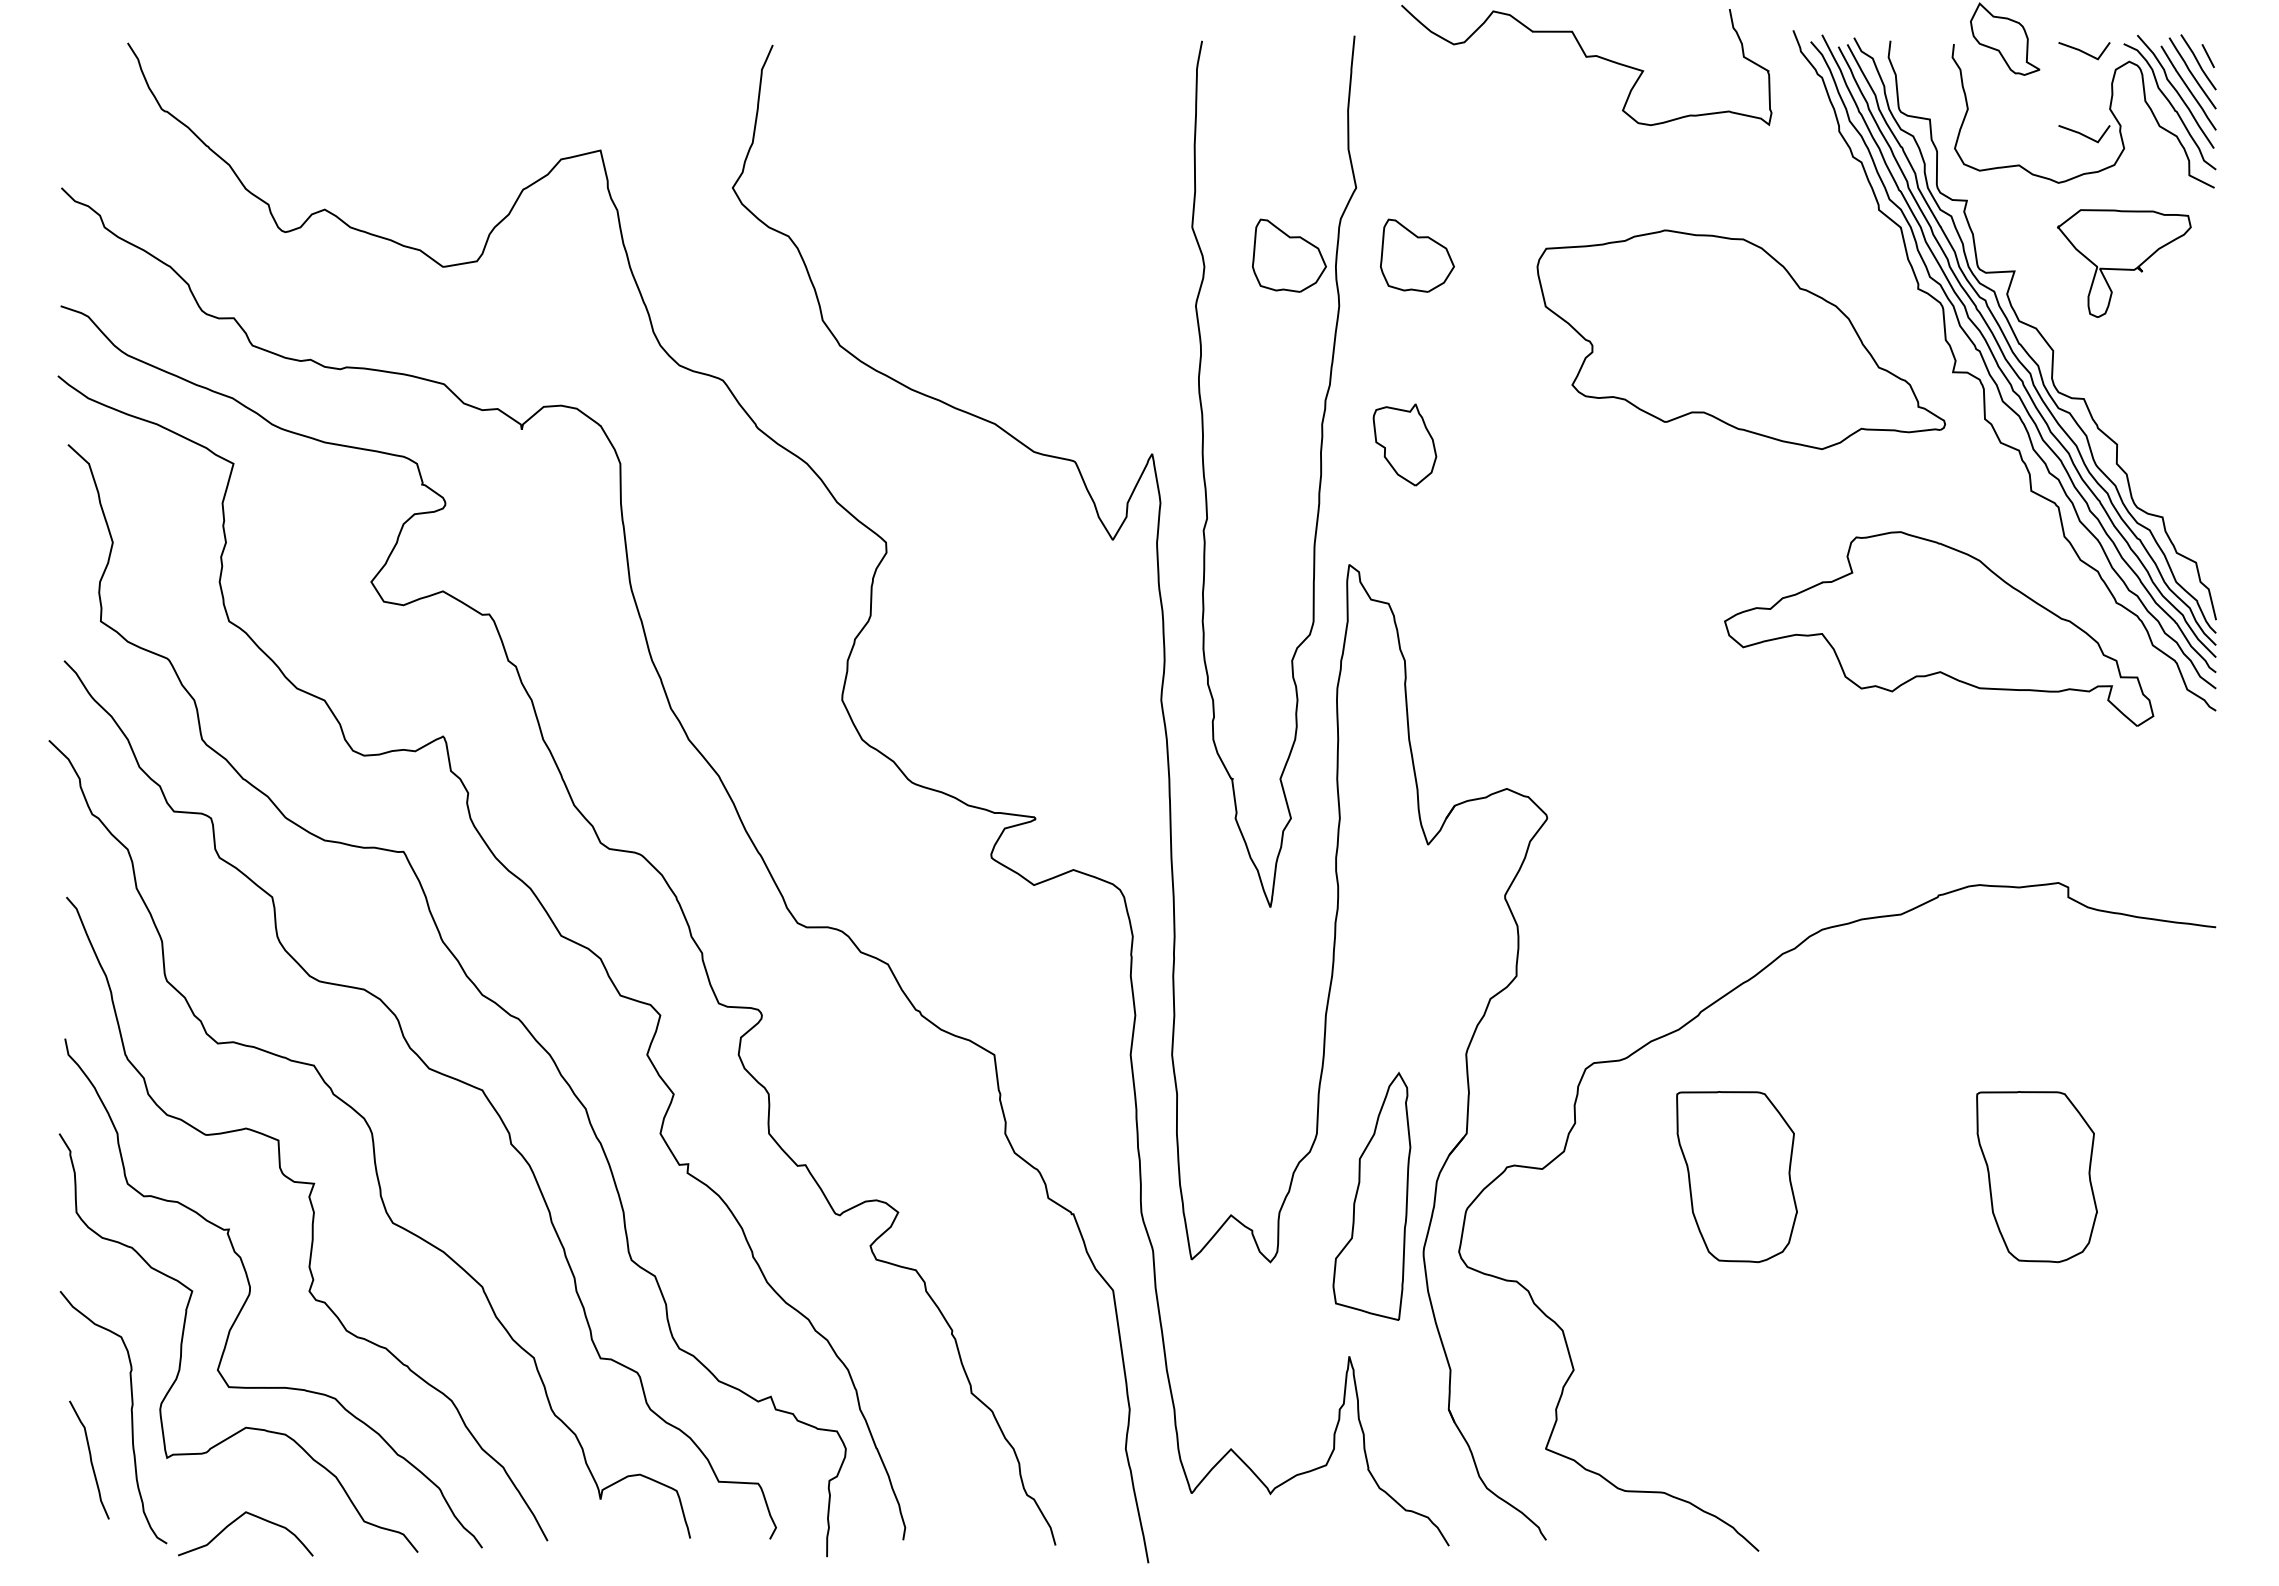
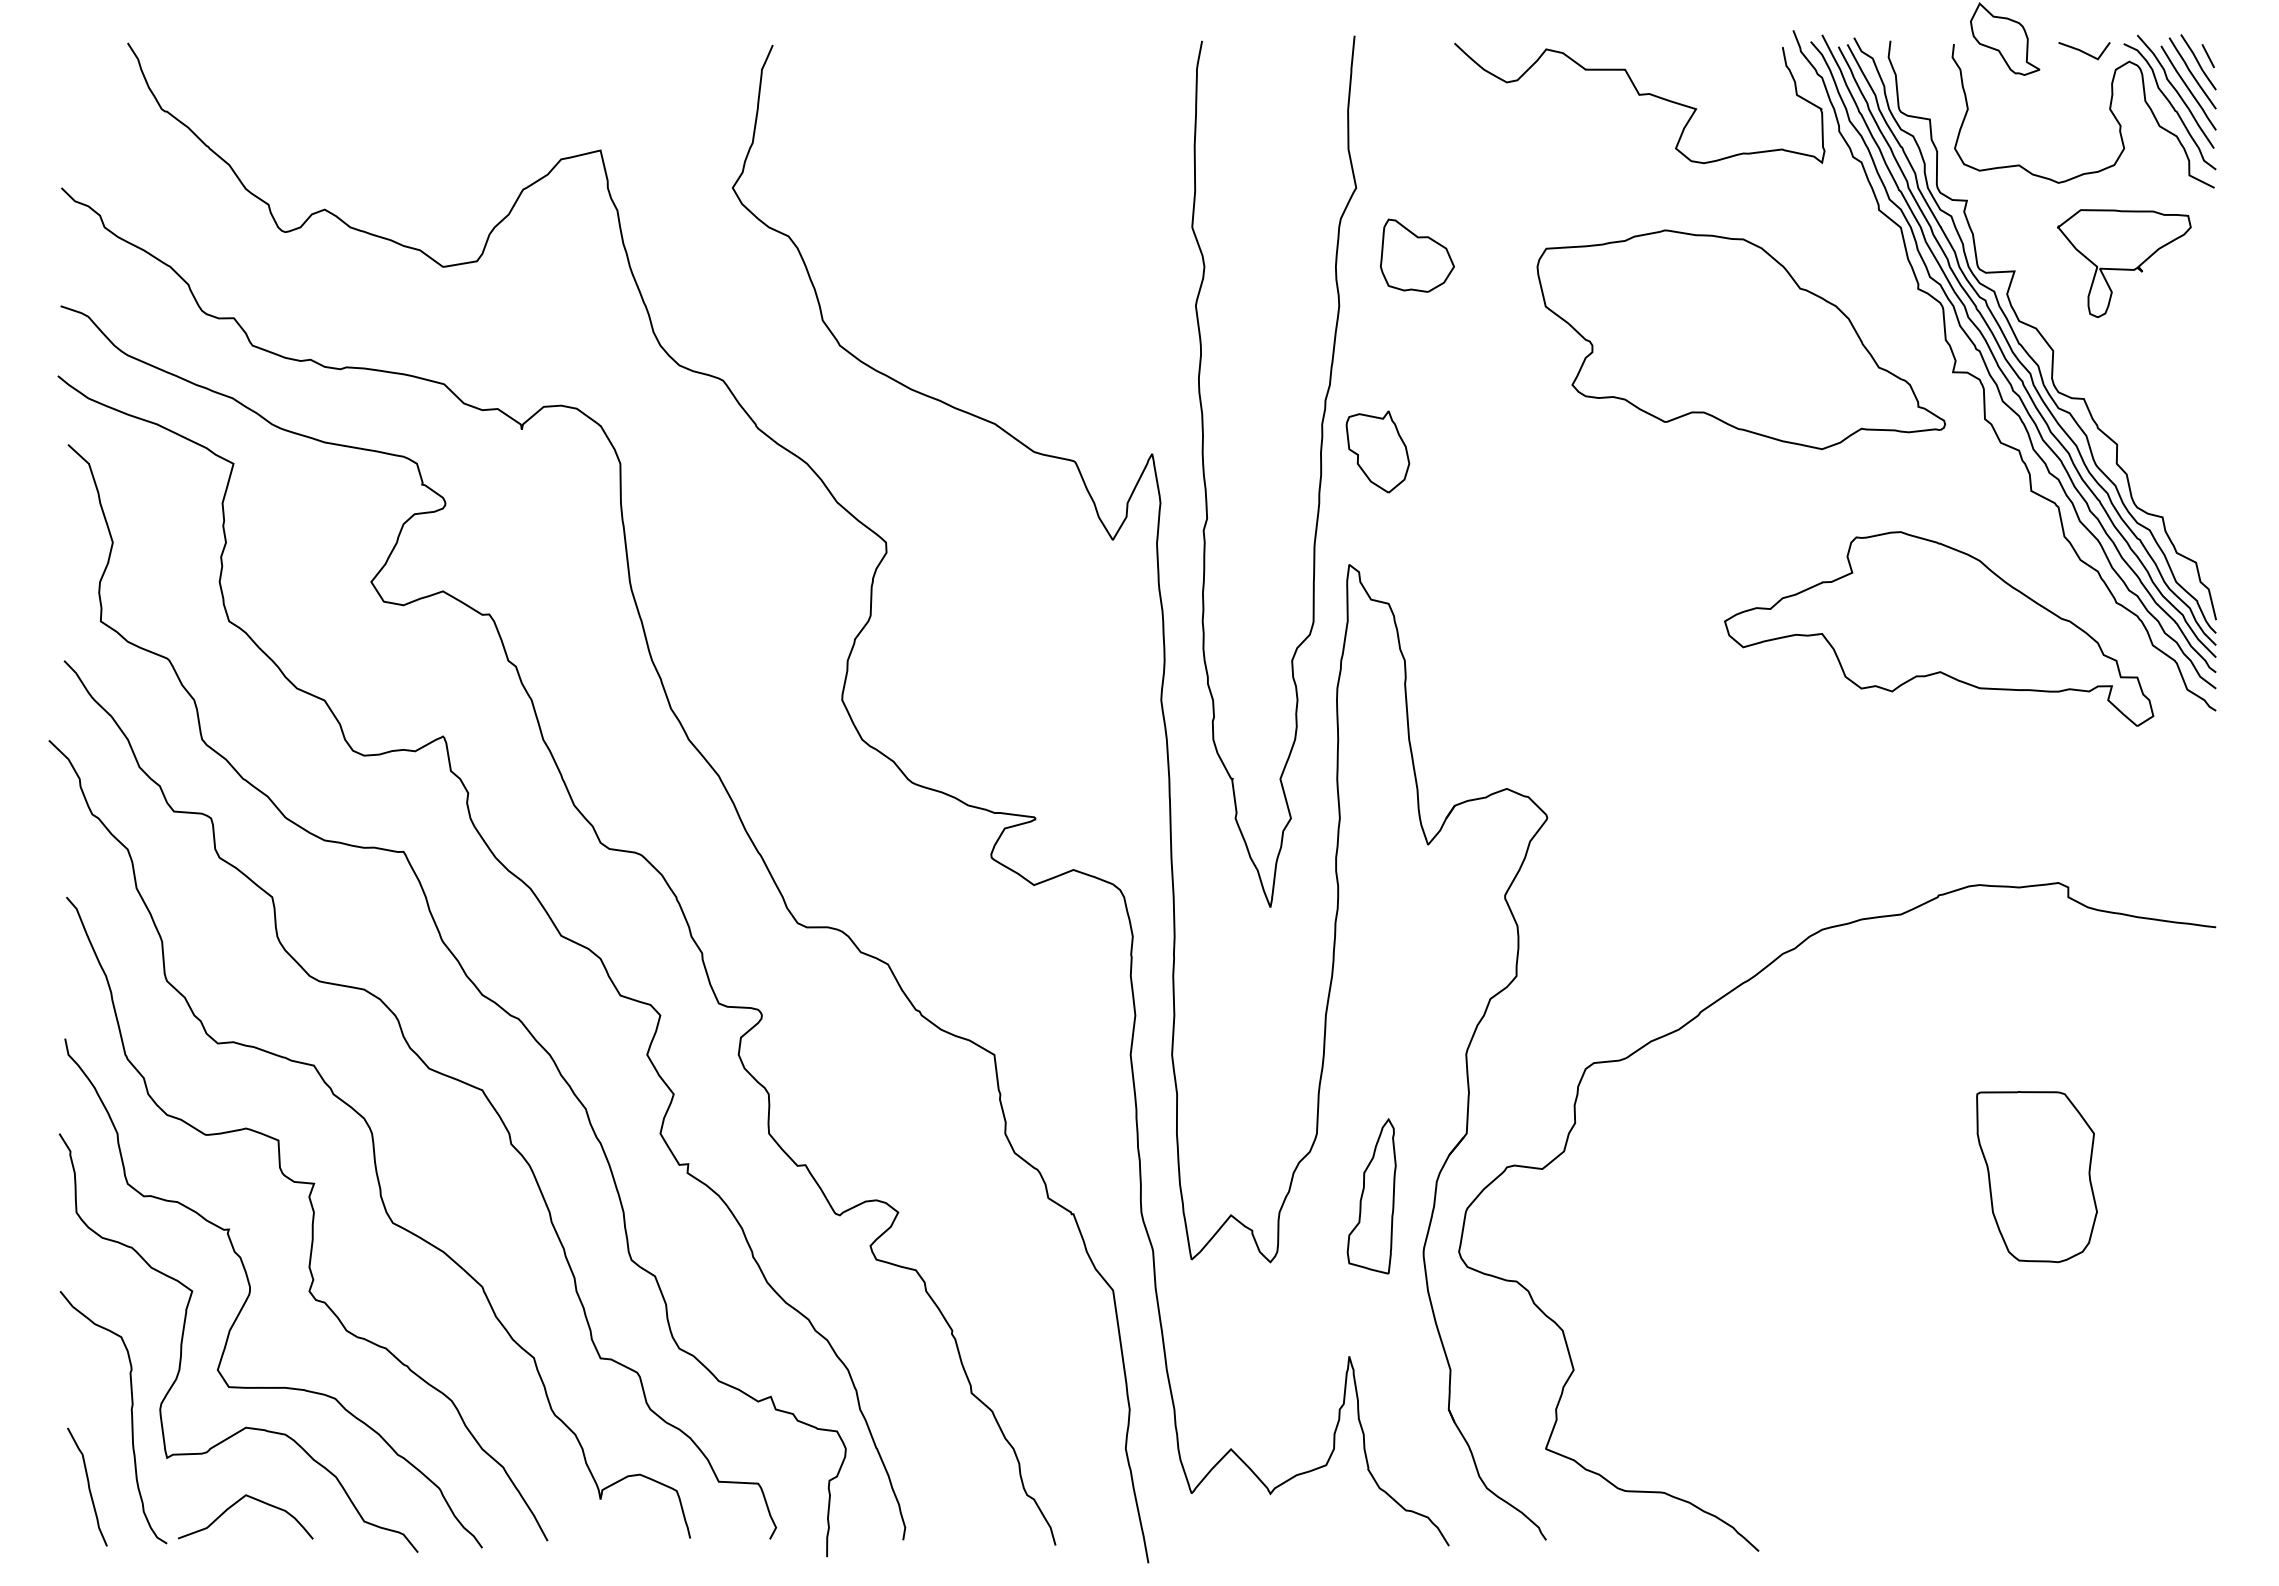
curve at (1586, 57) position: (1586, 57) -> (1639, 95)
line at (2084, 134): present -> none
part at (1289, 255): present -> none
part at (1404, 444) position: (1404, 444) -> (1377, 451)
part at (1736, 1177): present -> none
part at (1371, 1195) size: 80x250 px -> 51x157 px
curve at (90, 1459) position: (90, 1459) -> (88, 1486)
curve at (234, 1522) position: (234, 1522) -> (234, 1505)
